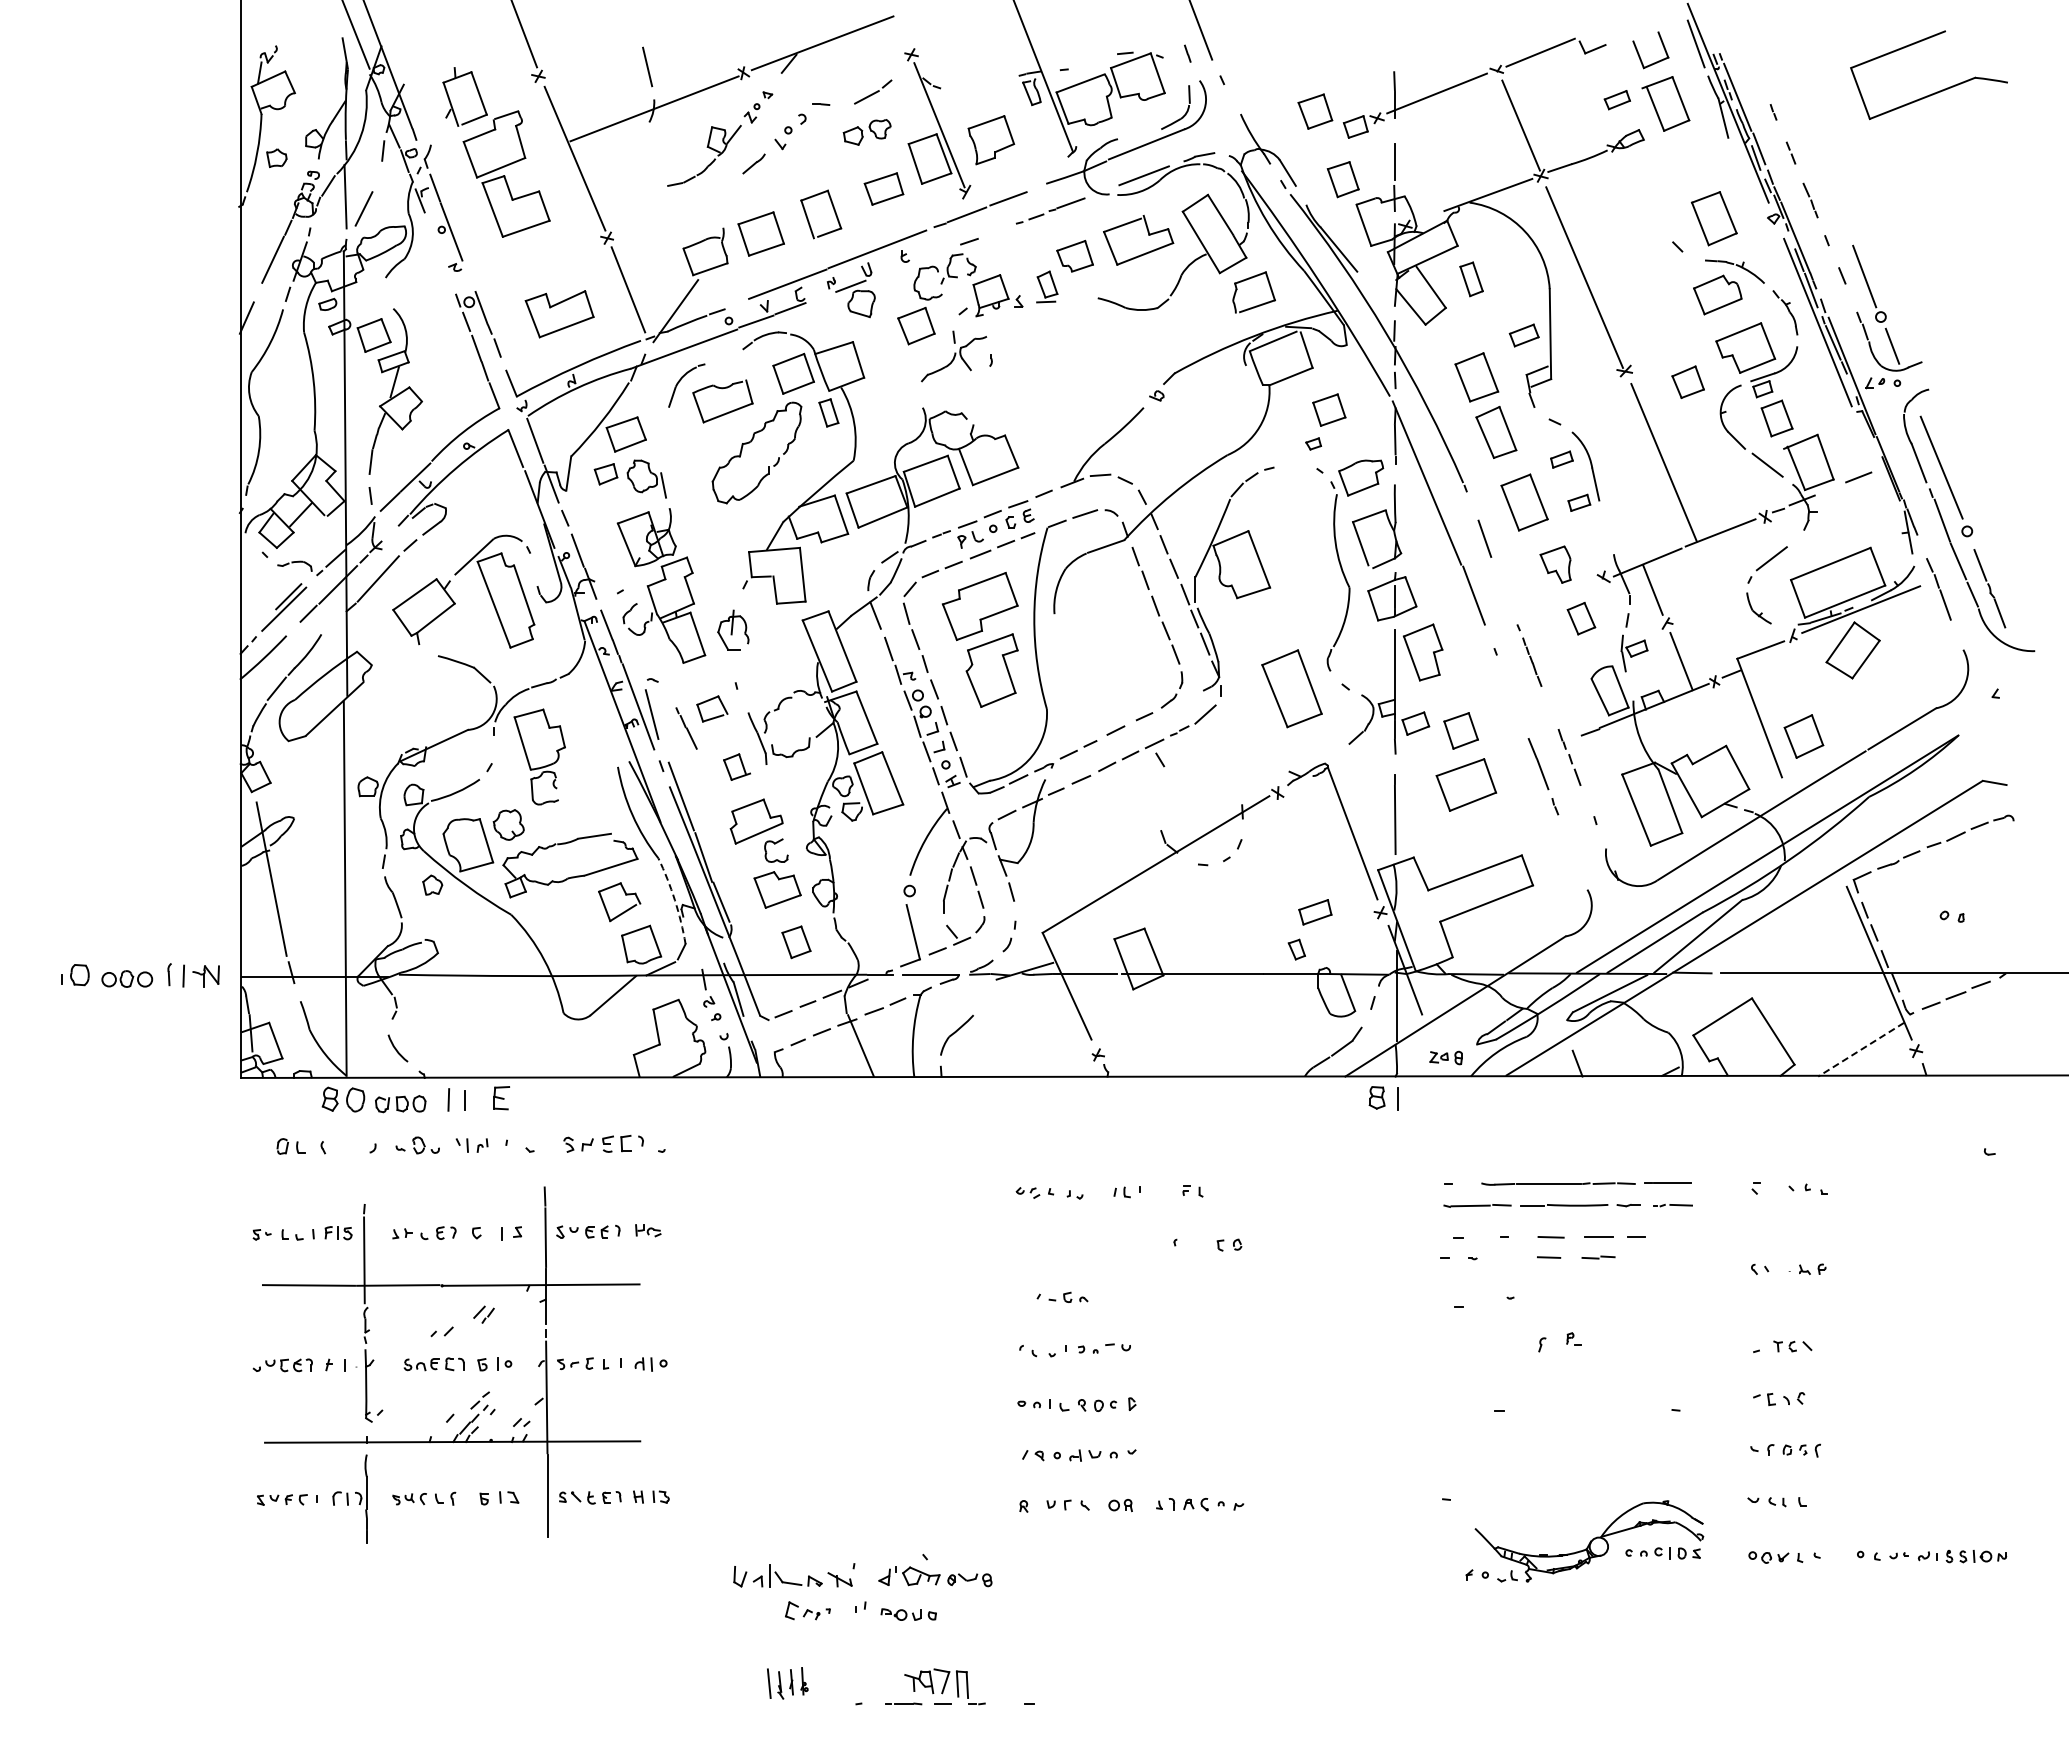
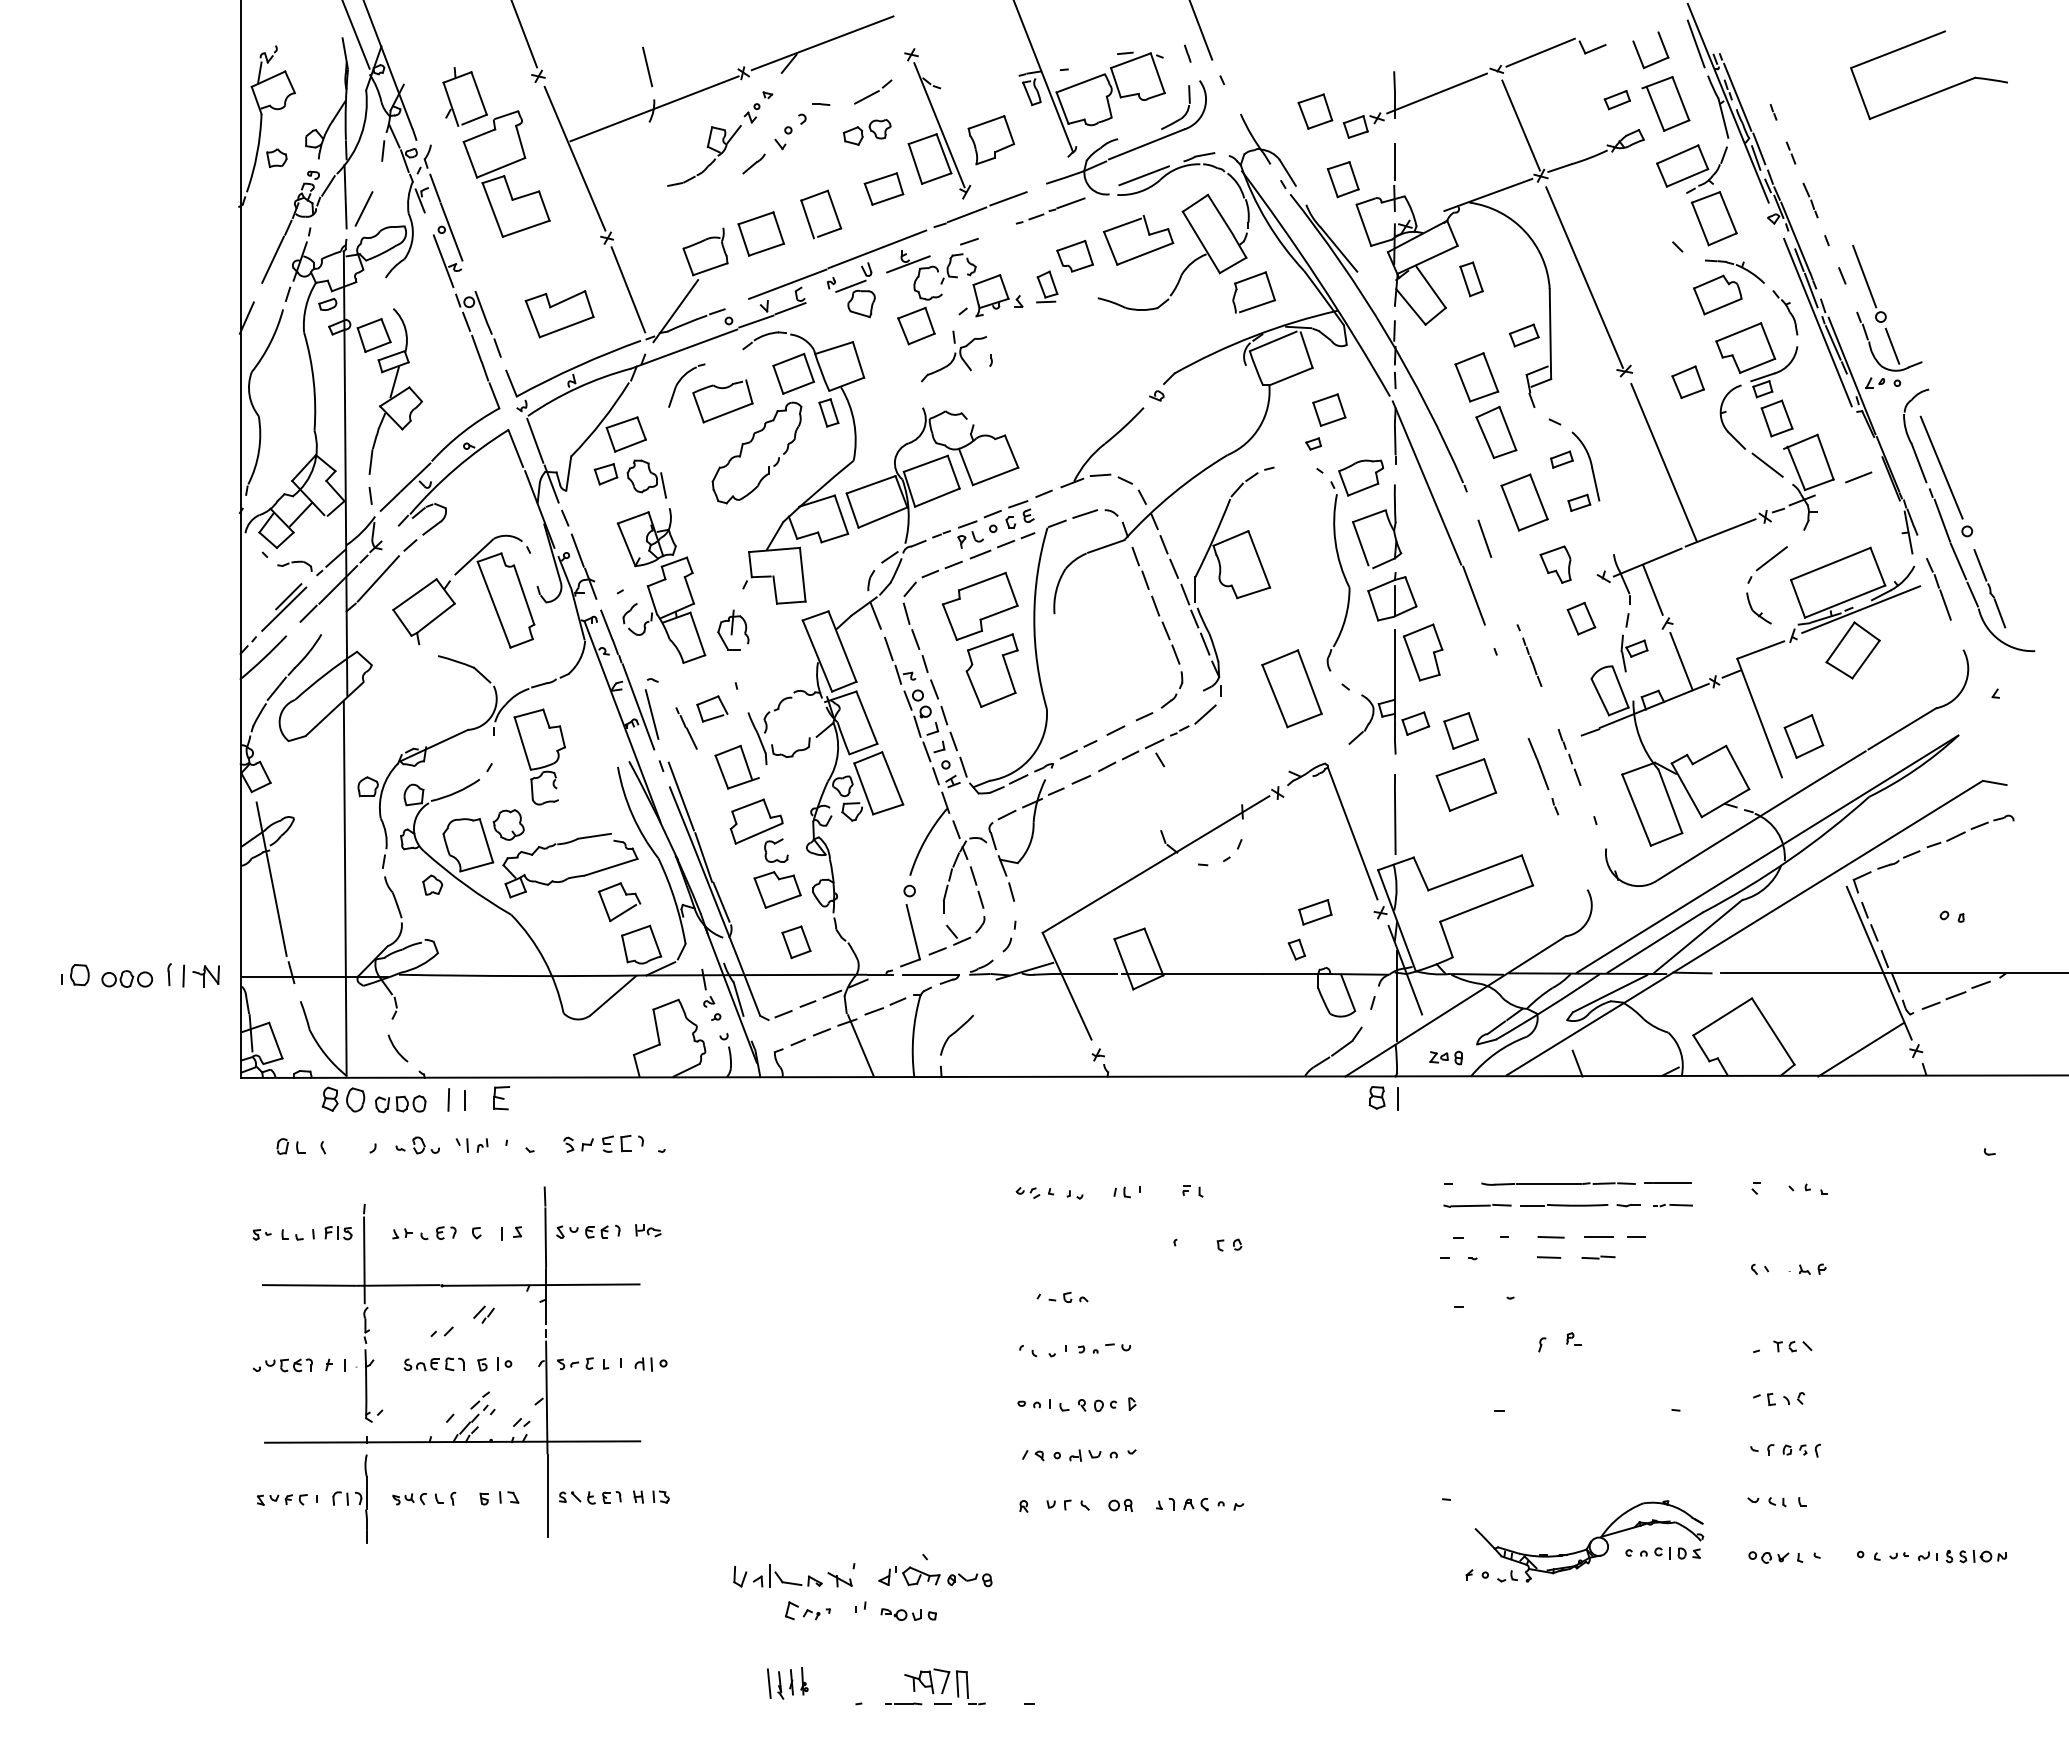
part at (1691, 168): none -> present
line at (443, 261): none -> present
line at (908, 264): none -> present
part at (736, 766) size: 28x28 px -> 46x46 px
arc at (674, 900): dashed -> solid
line at (1861, 1049): dashed -> solid
